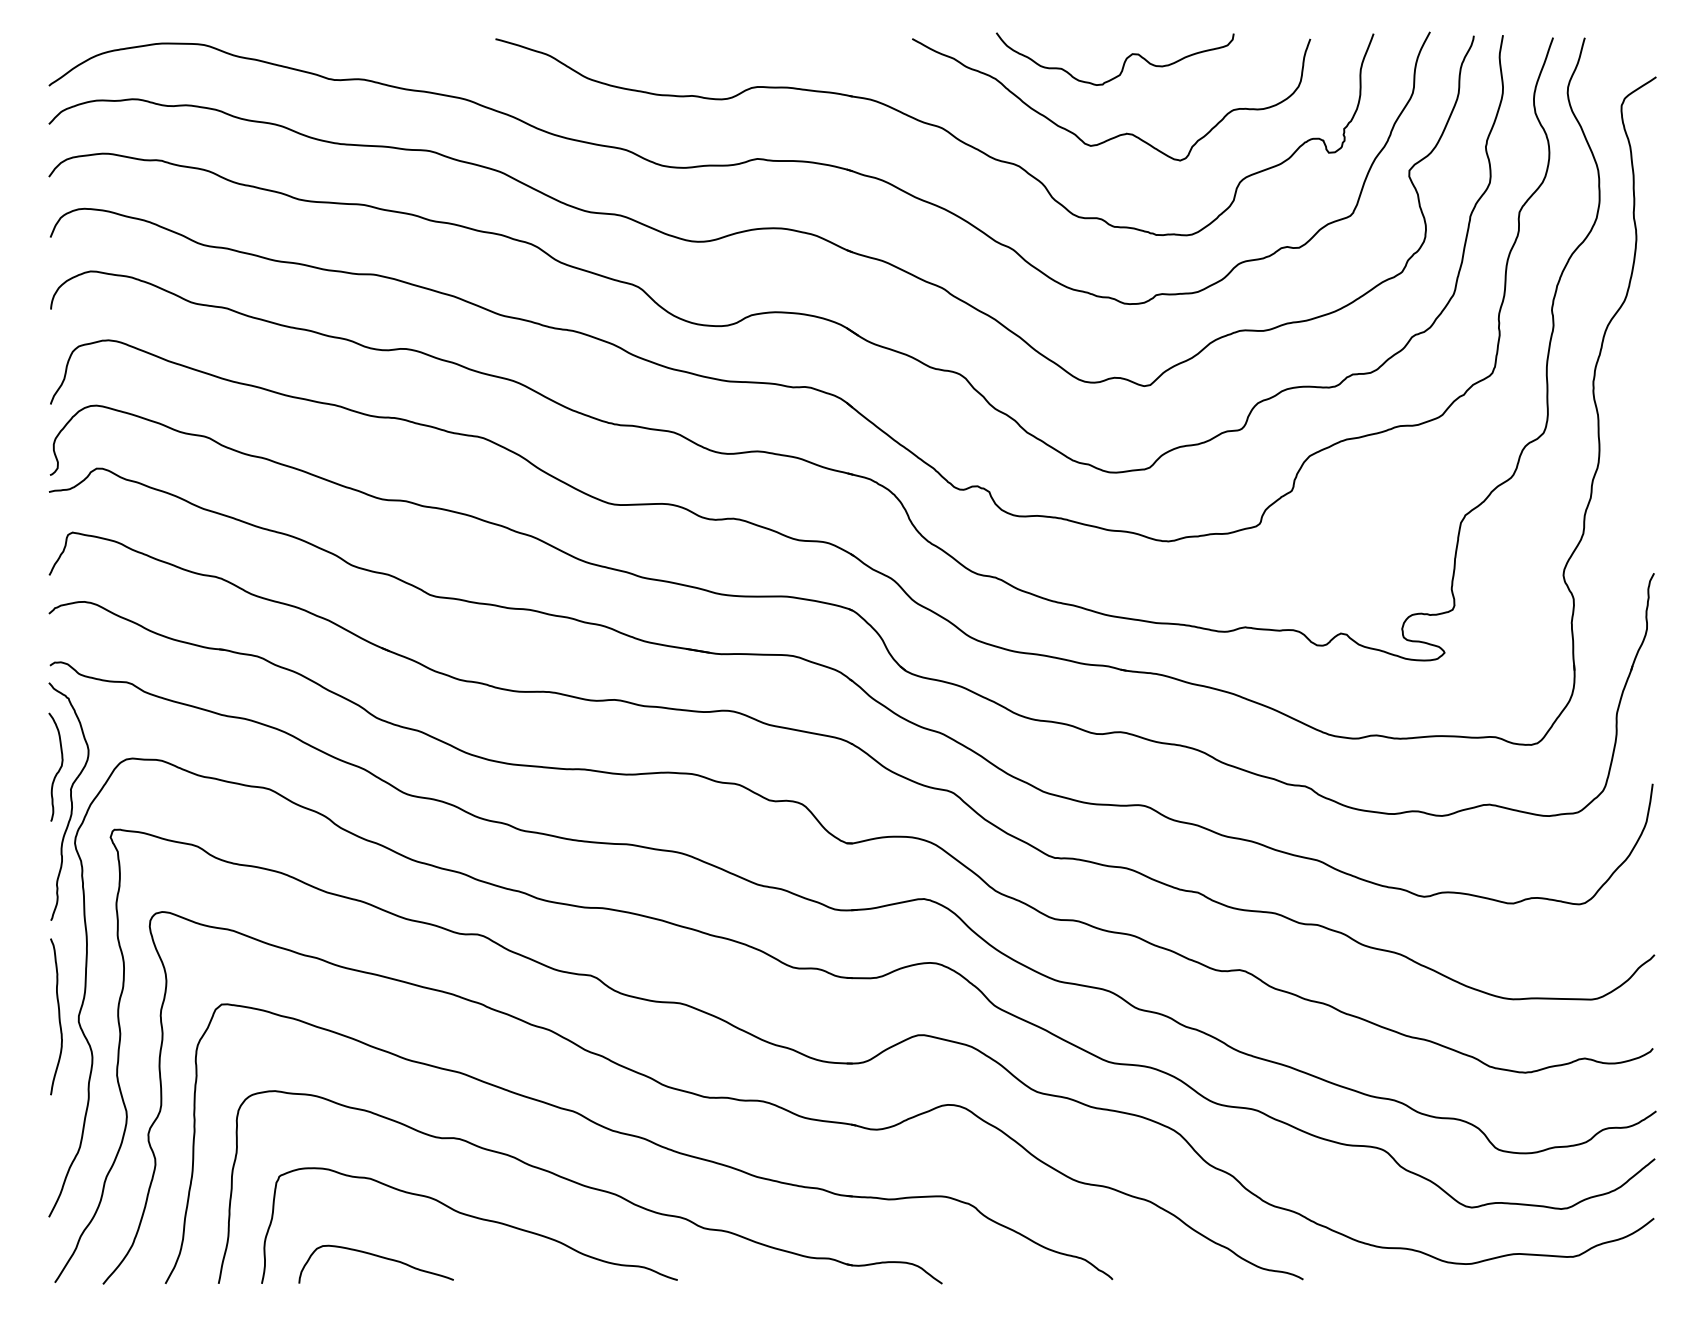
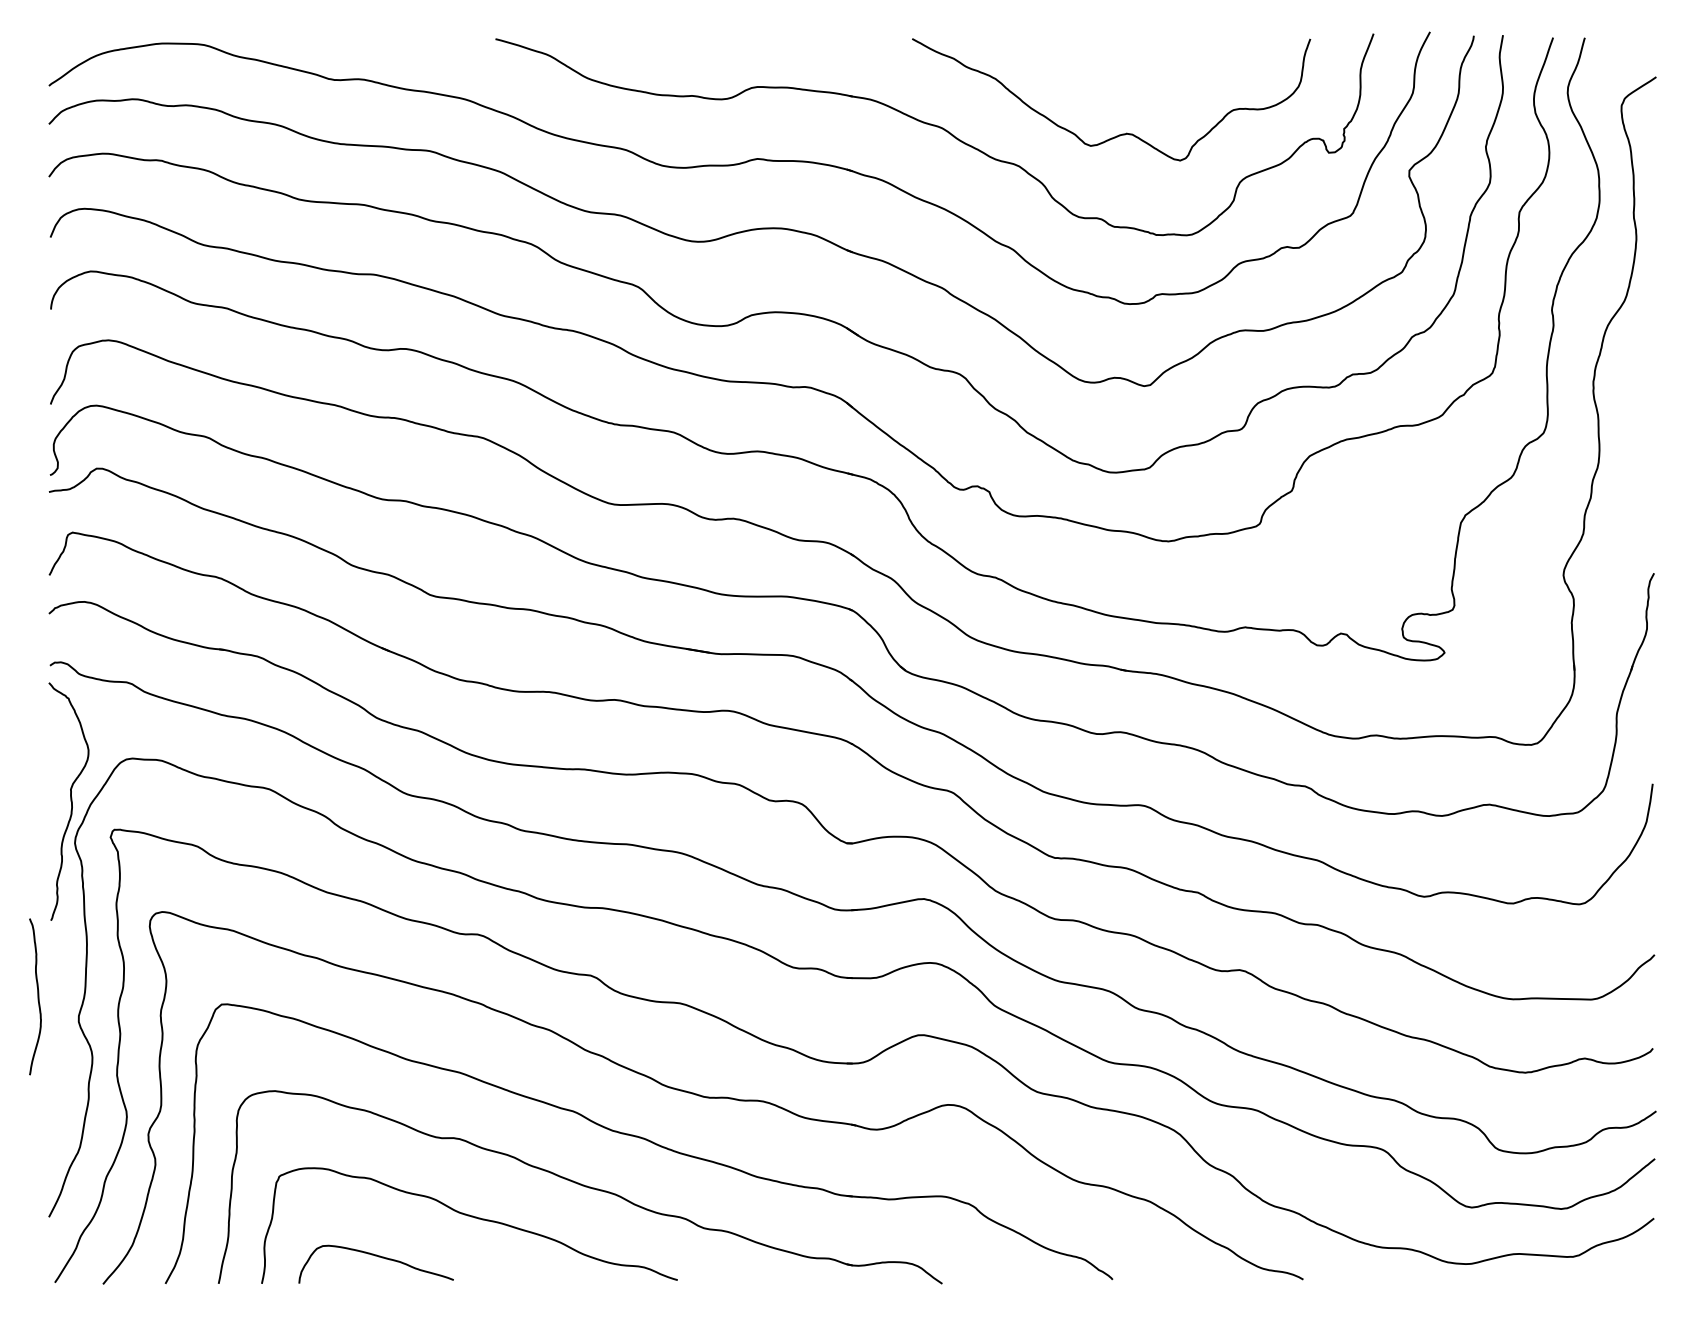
curve at (1123, 62): present -> none
curve at (59, 767): present -> none
curve at (58, 1016) position: (58, 1016) -> (37, 996)
